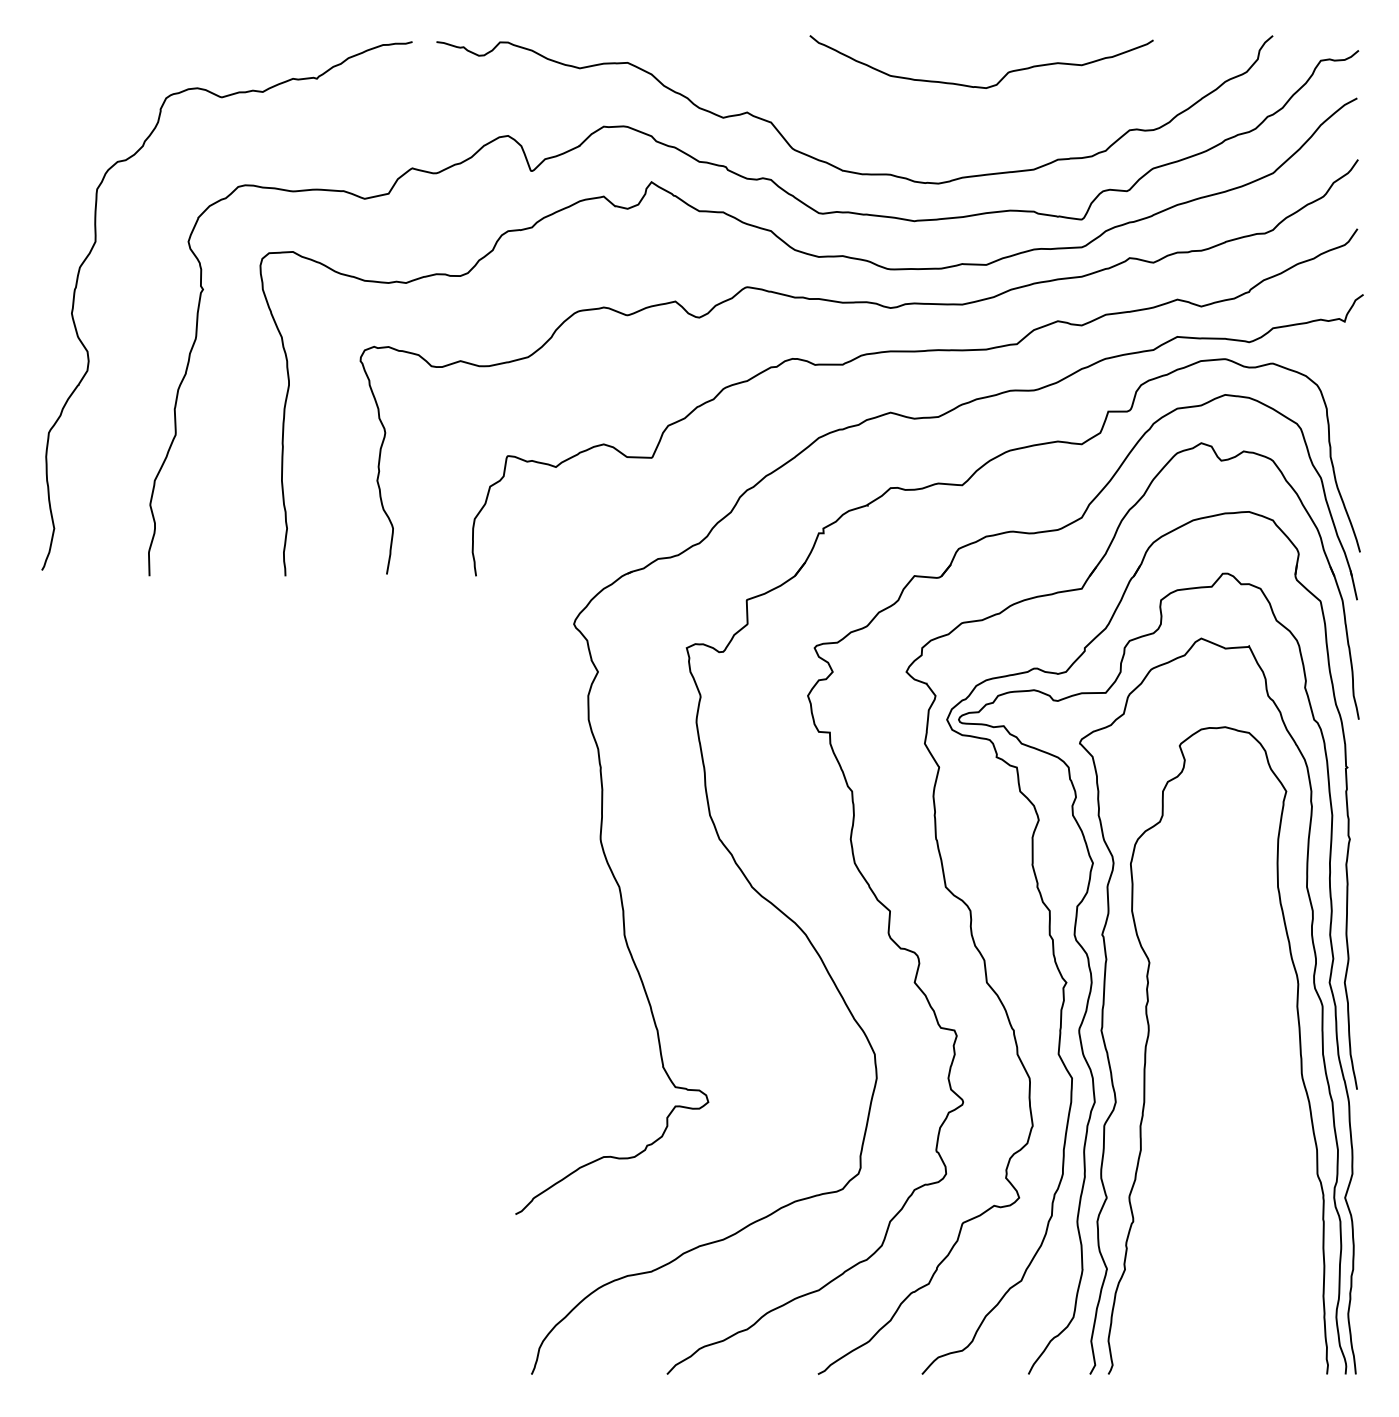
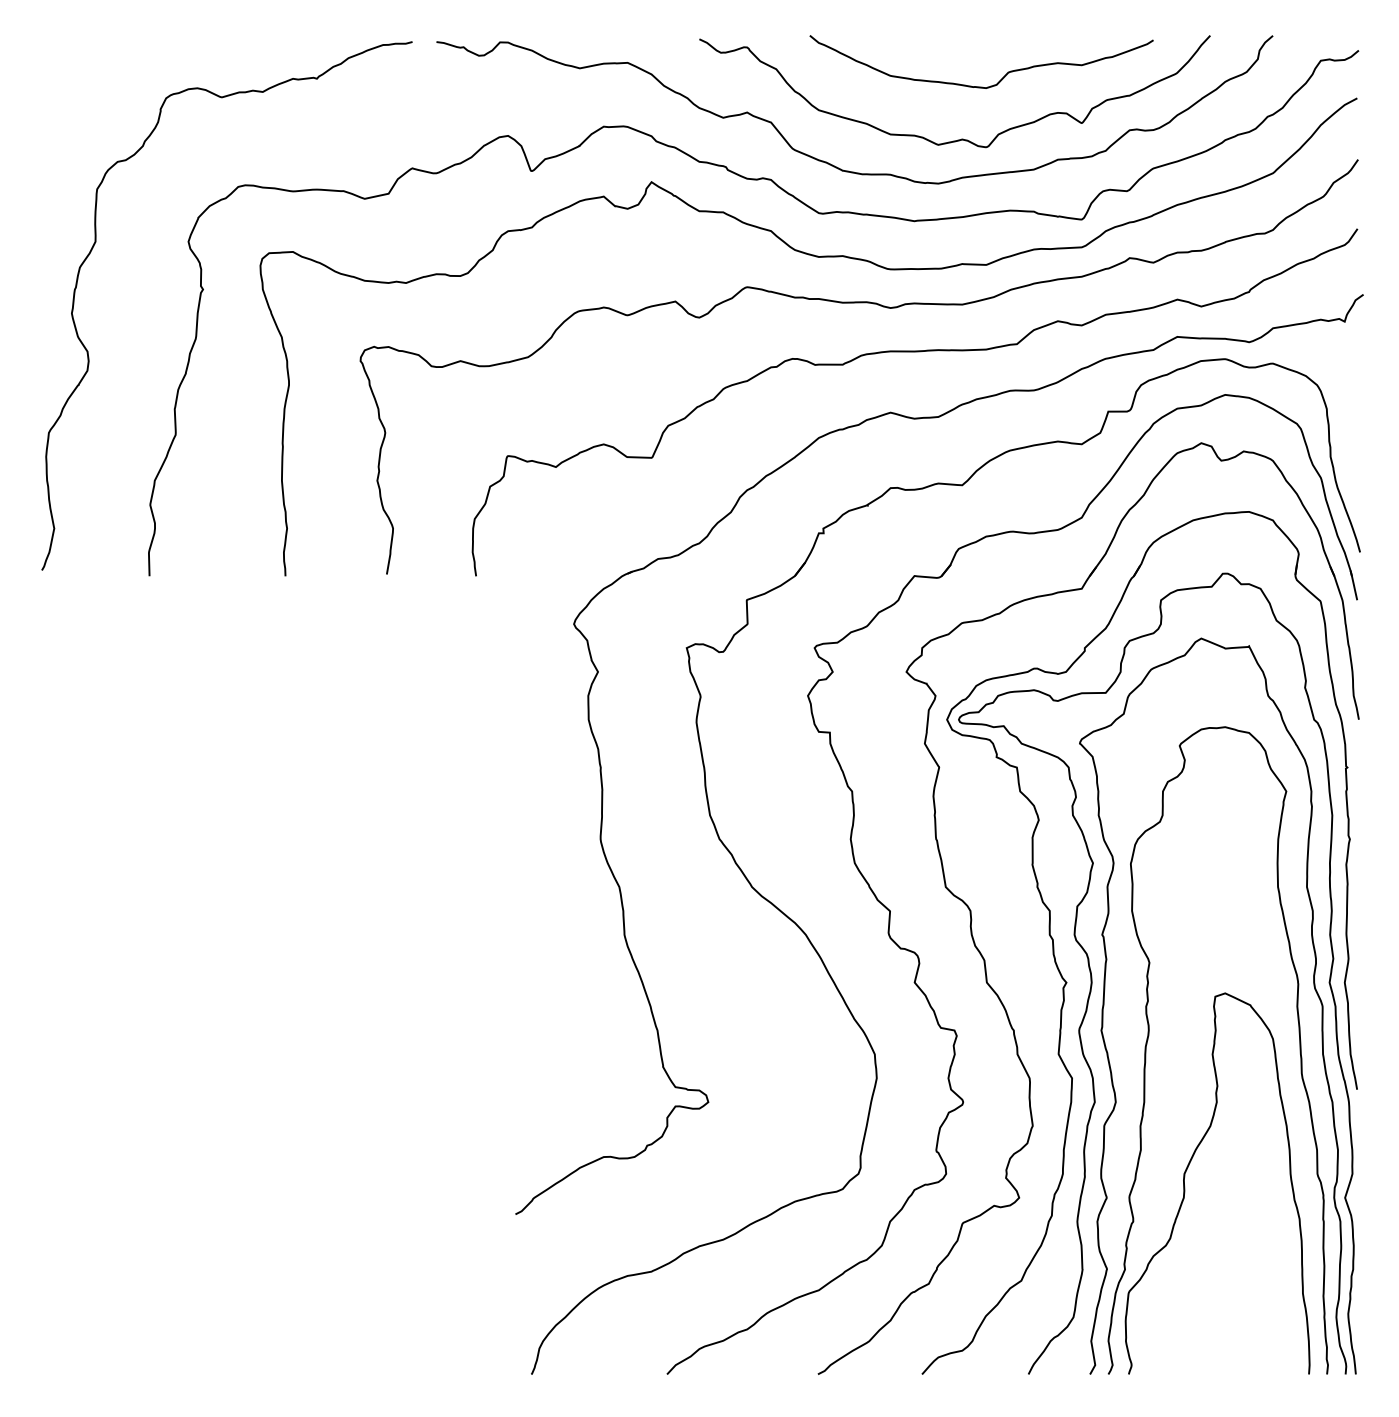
curve at (961, 138): none -> present
curve at (1185, 1186): none -> present
